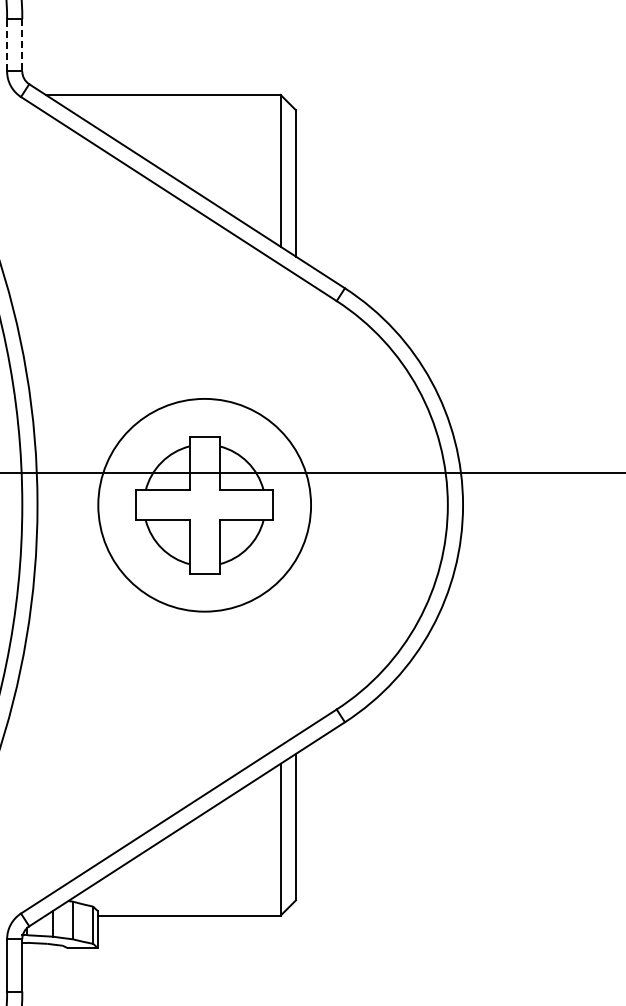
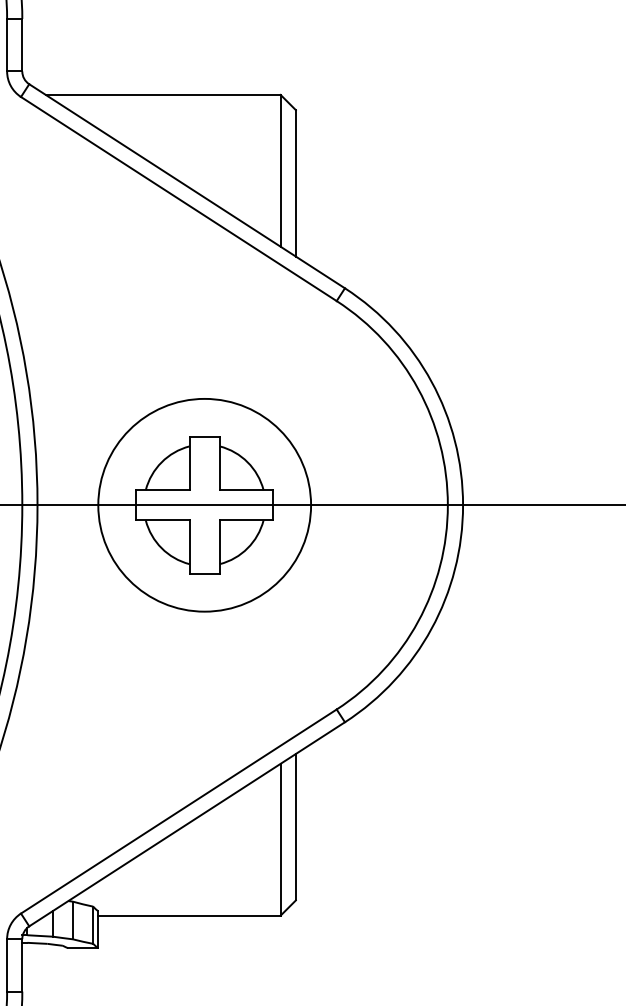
line at (7, 44): dashed -> solid
line at (22, 45): dashed -> solid
line at (312, 473) position: (312, 473) -> (312, 505)
